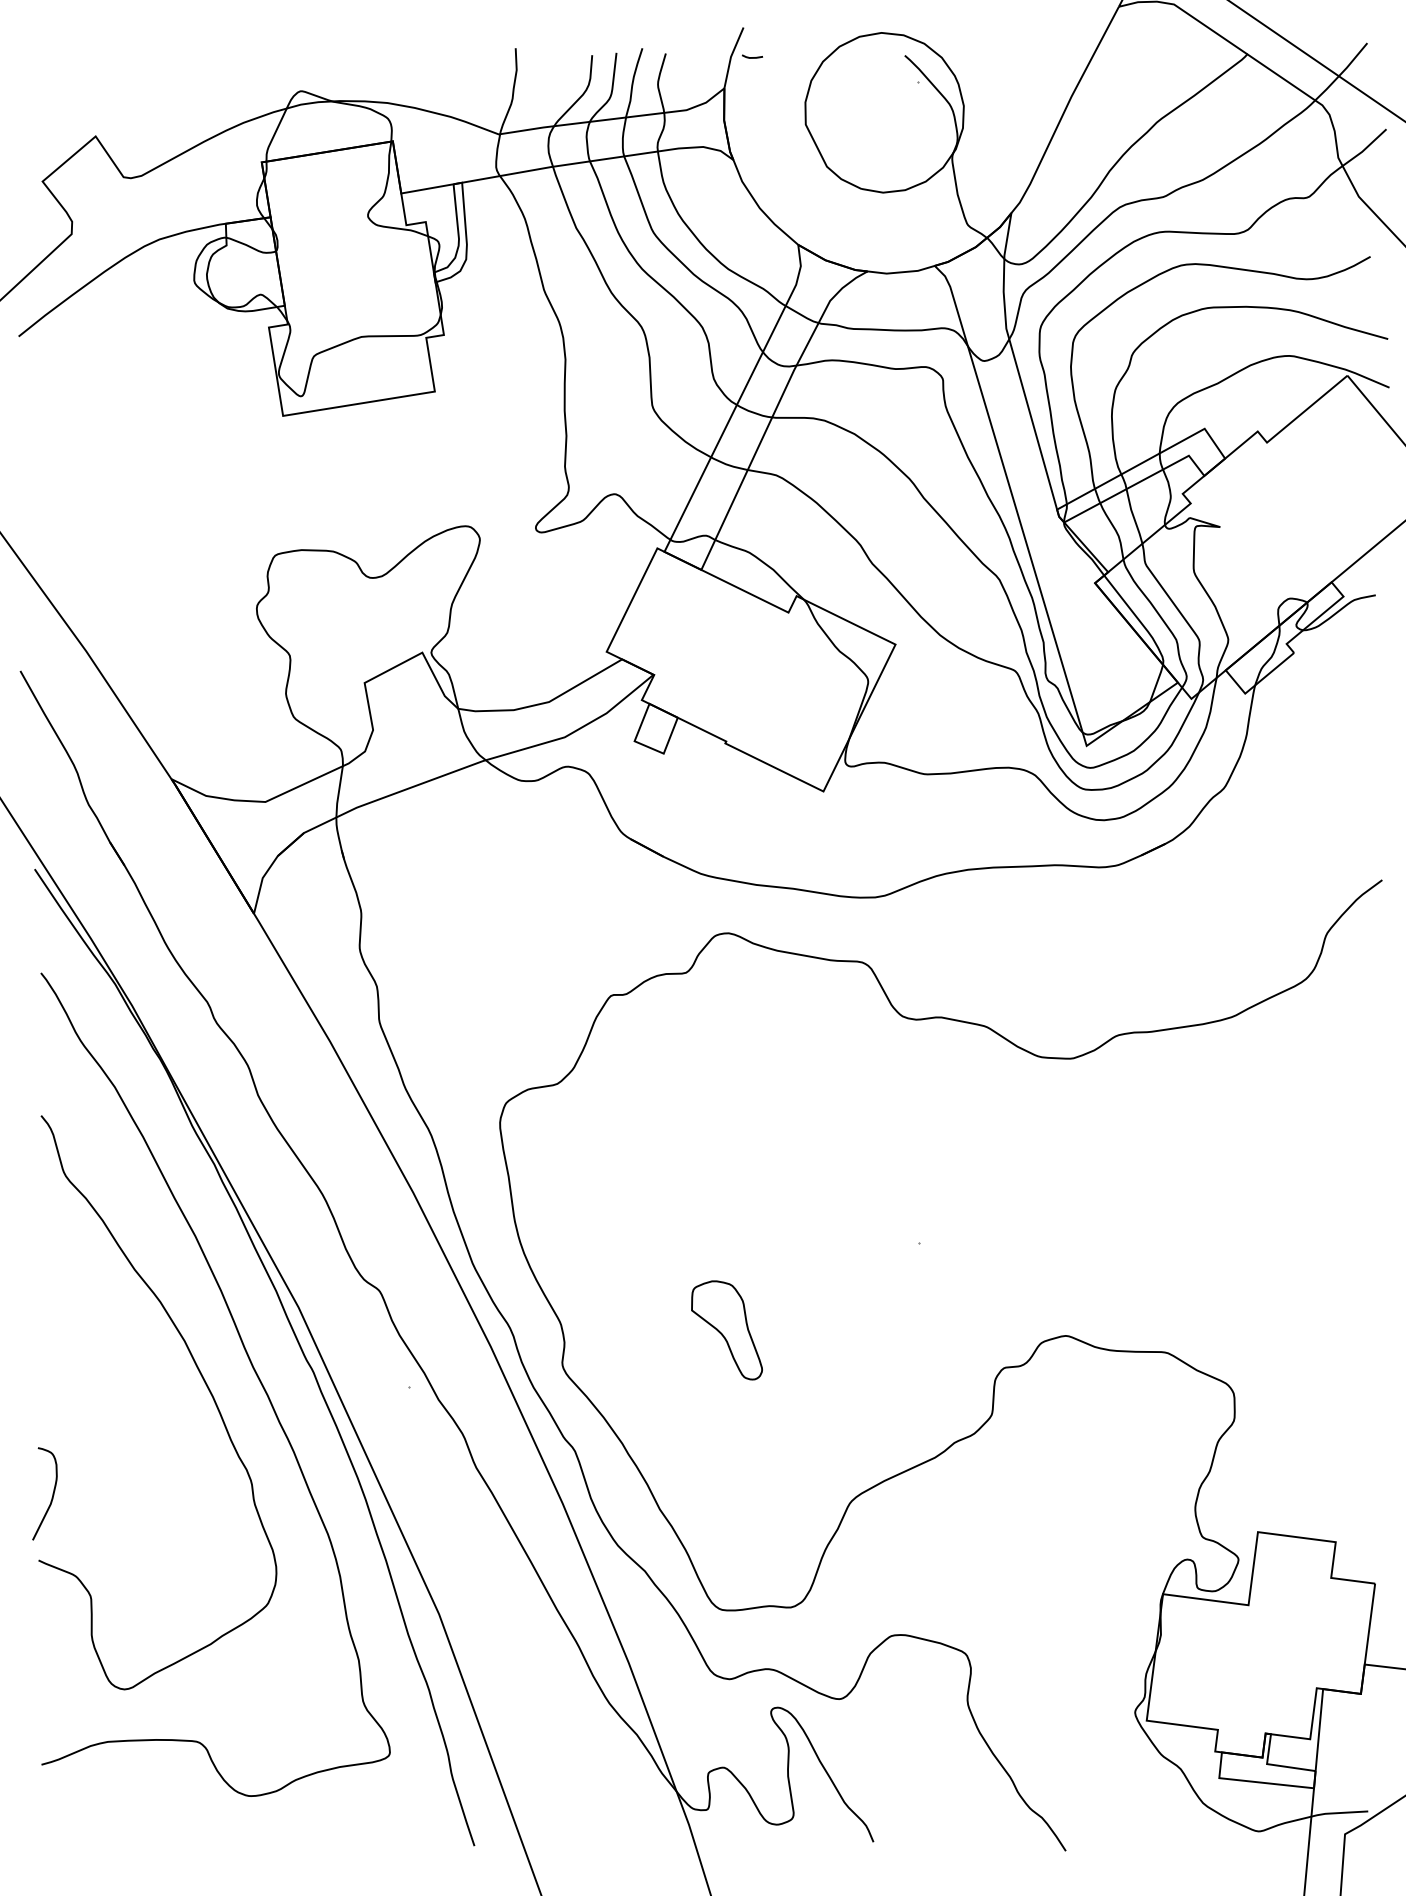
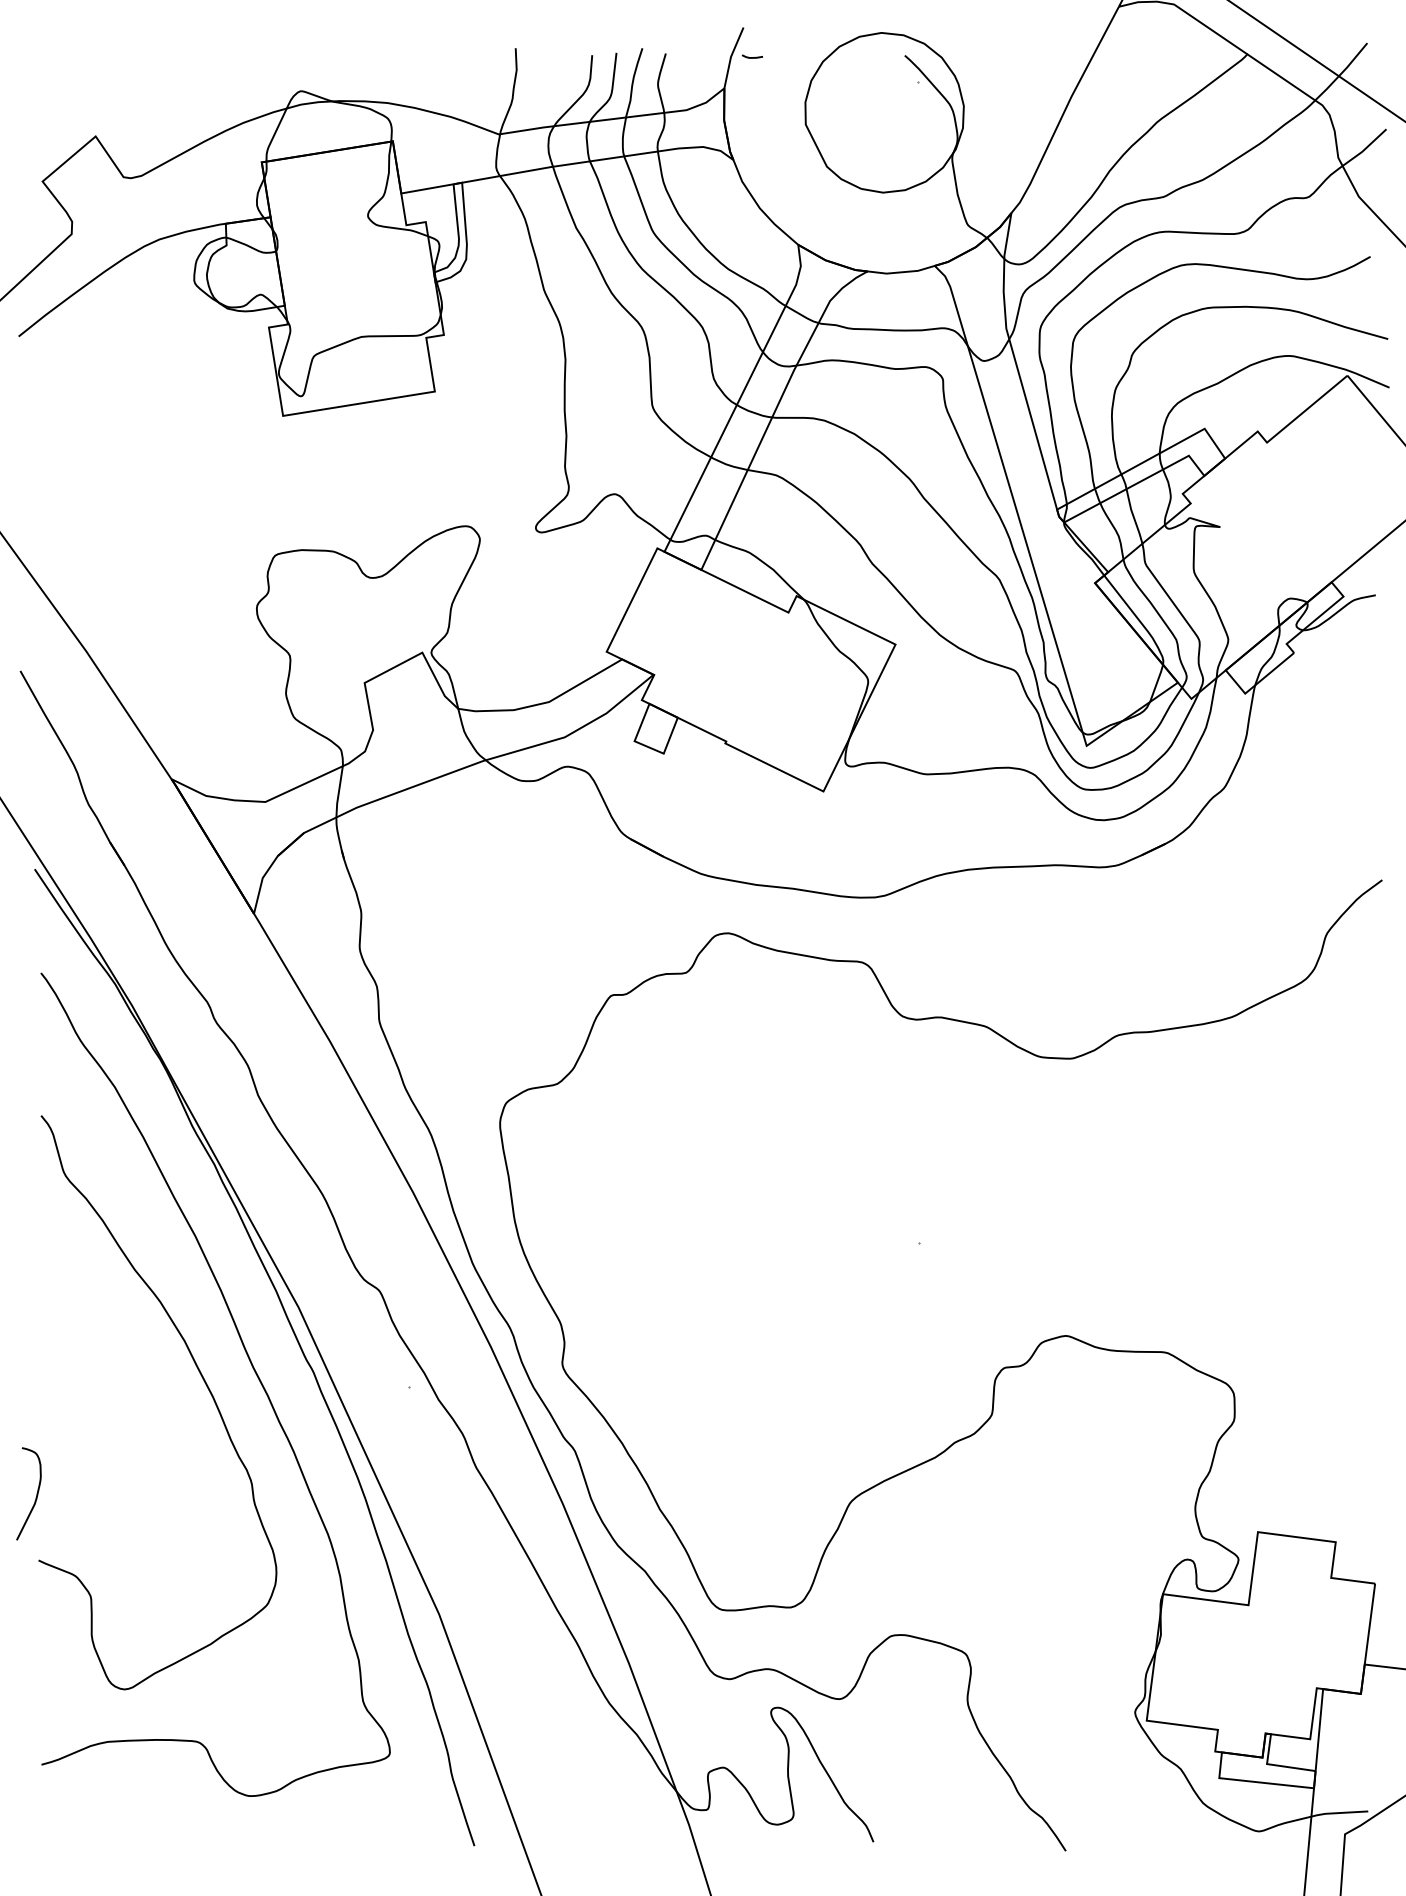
part at (726, 1330): present -> none
curve at (52, 1493) position: (52, 1493) -> (36, 1493)
